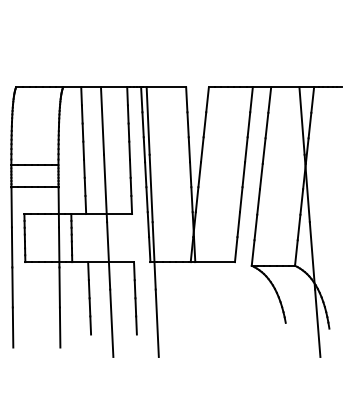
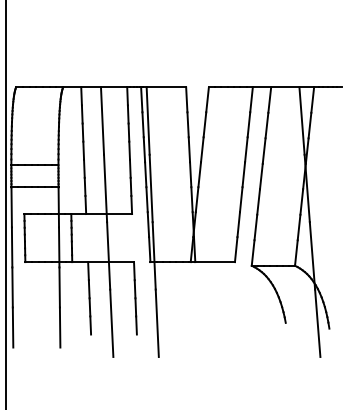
line at (6, 204): none -> present
